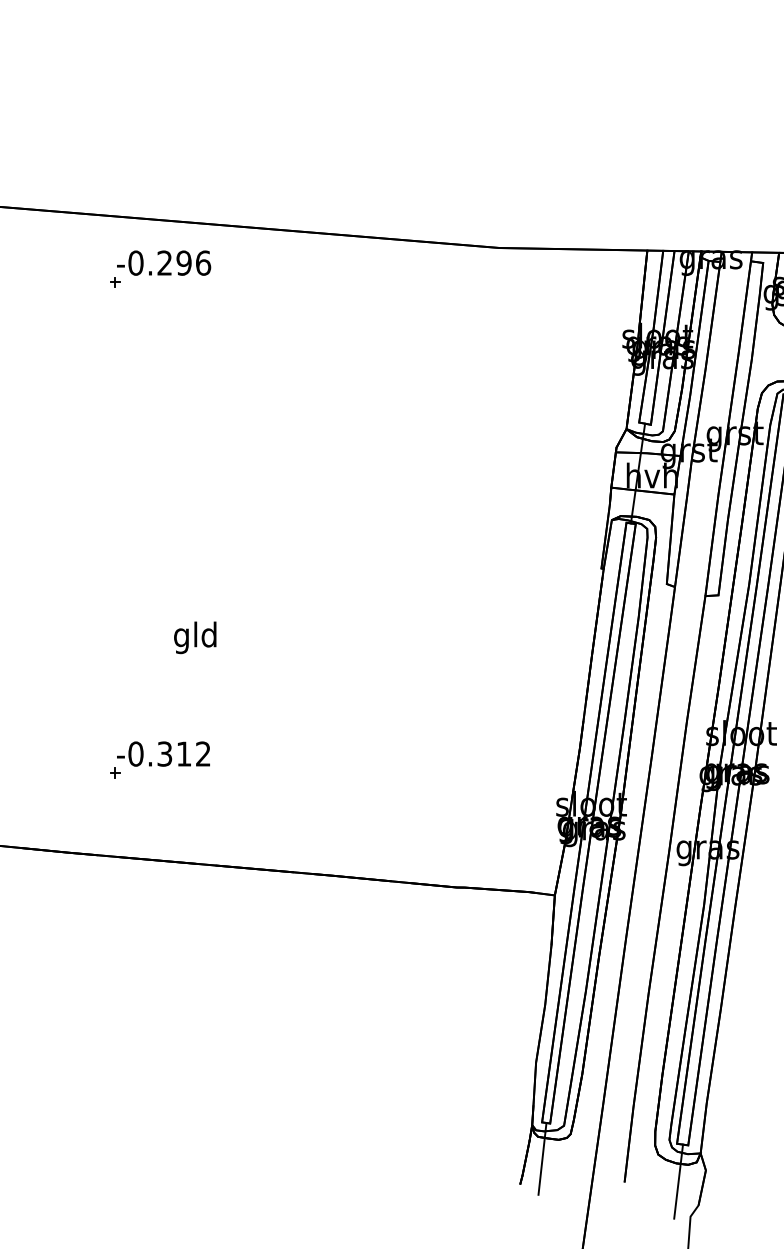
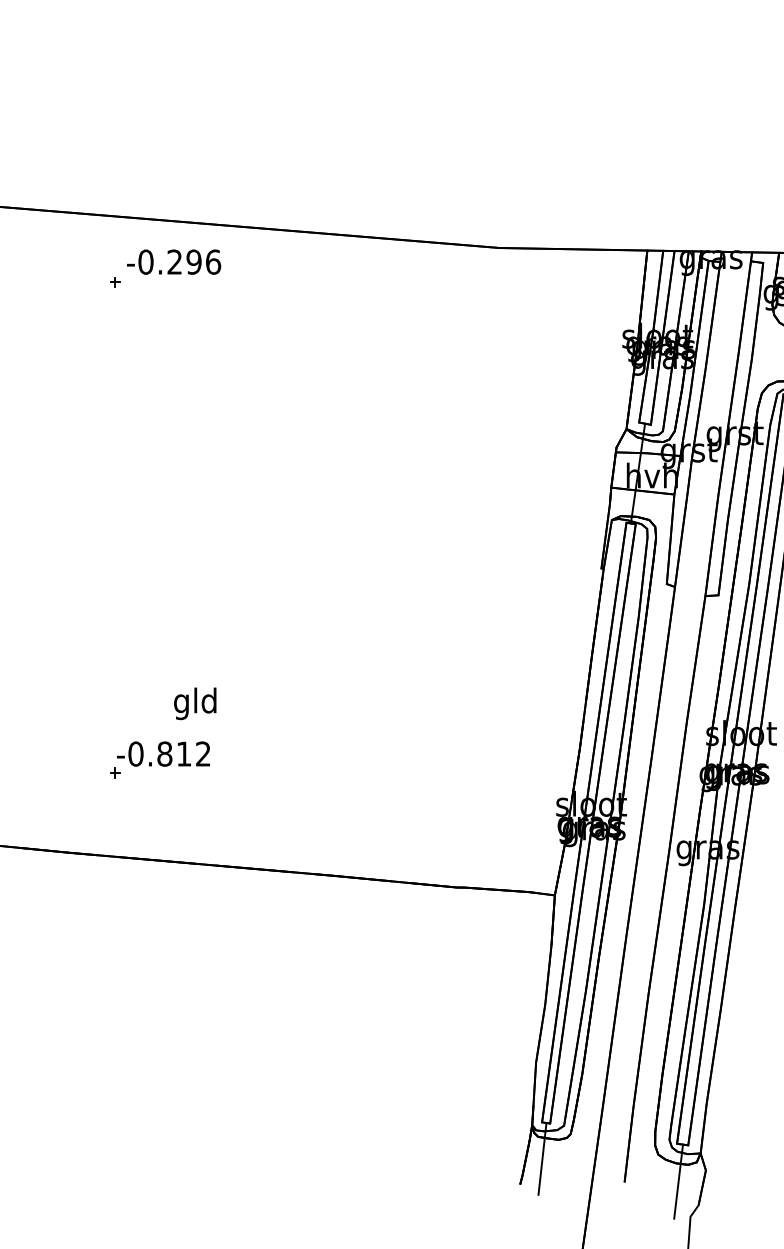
text at (164, 262) position: (164, 262) -> (174, 261)
text at (195, 637) position: (195, 637) -> (195, 703)
text at (164, 753): -0.312 -> -0.812
